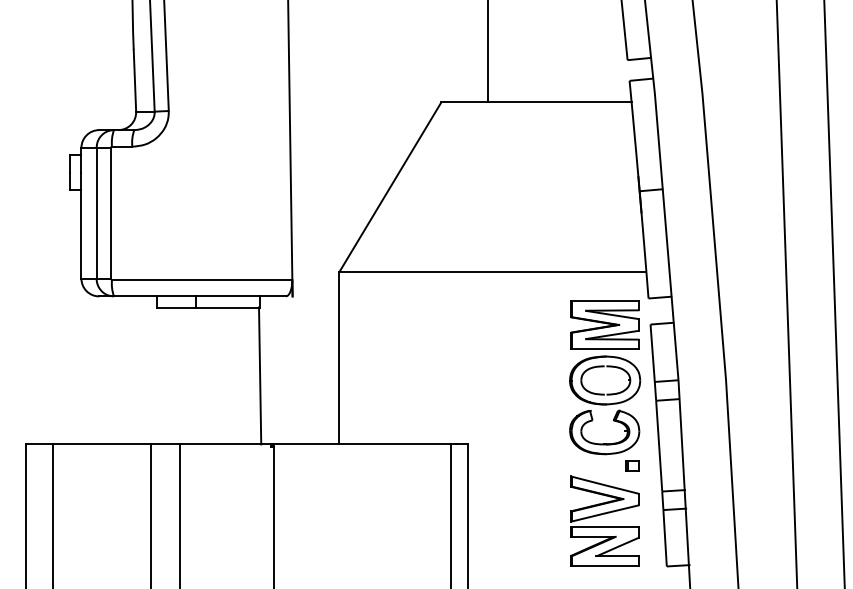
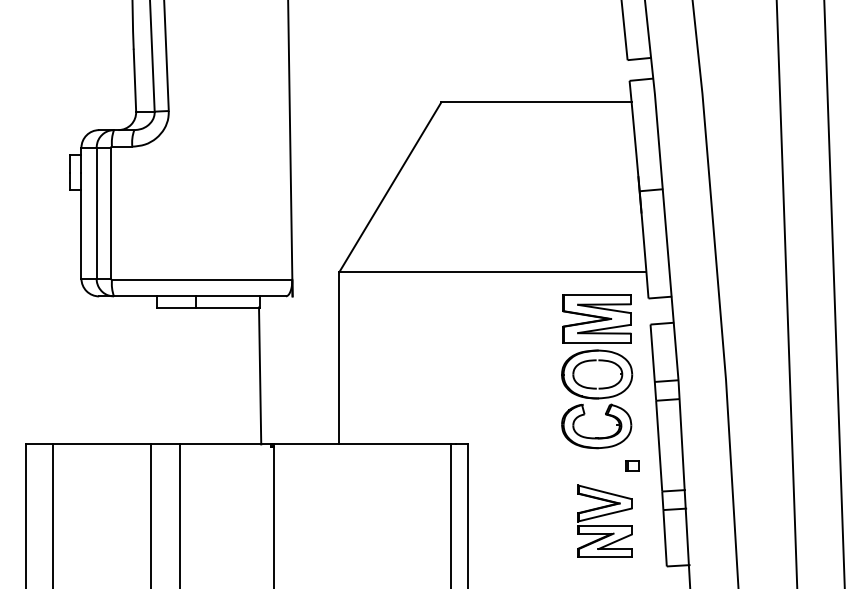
line at (487, 52): present -> none
part at (605, 377) position: (605, 377) -> (597, 371)
part at (604, 520) size: 70x92 px -> 56x74 px
